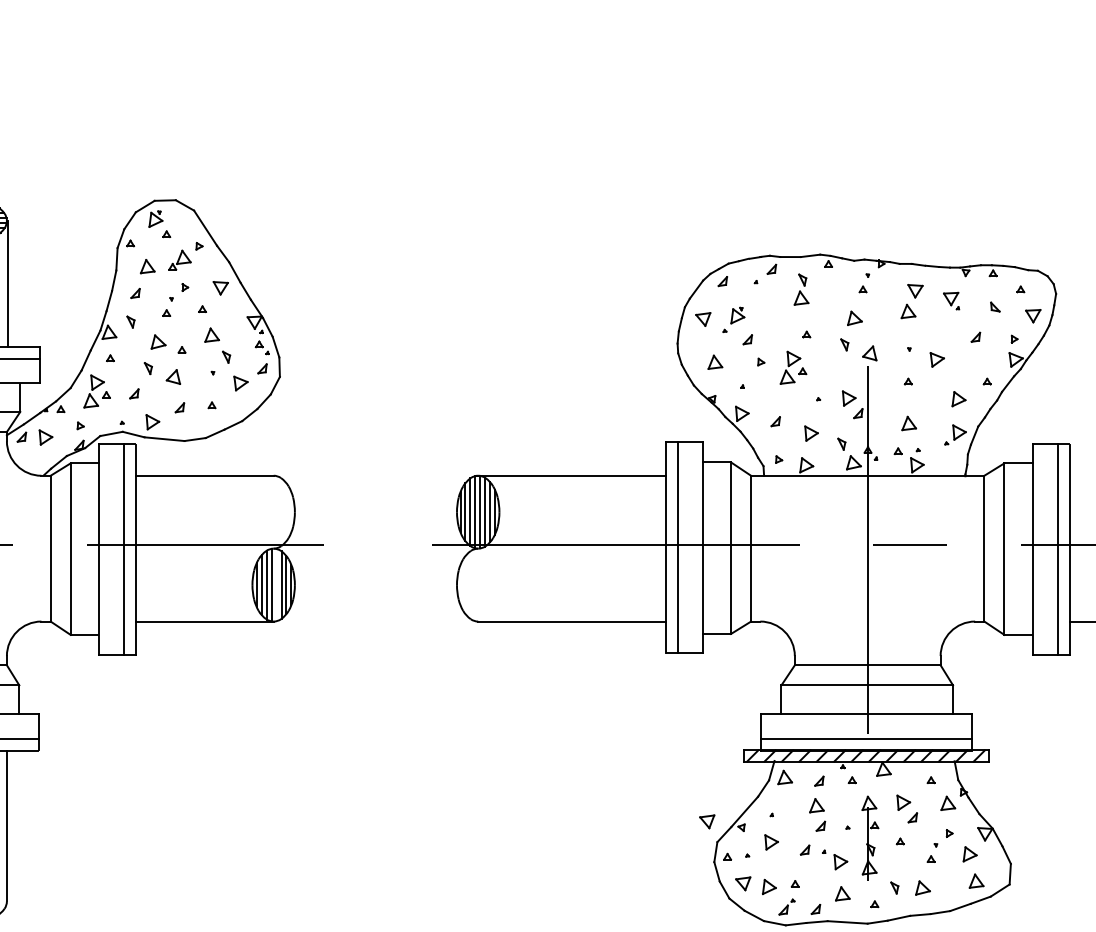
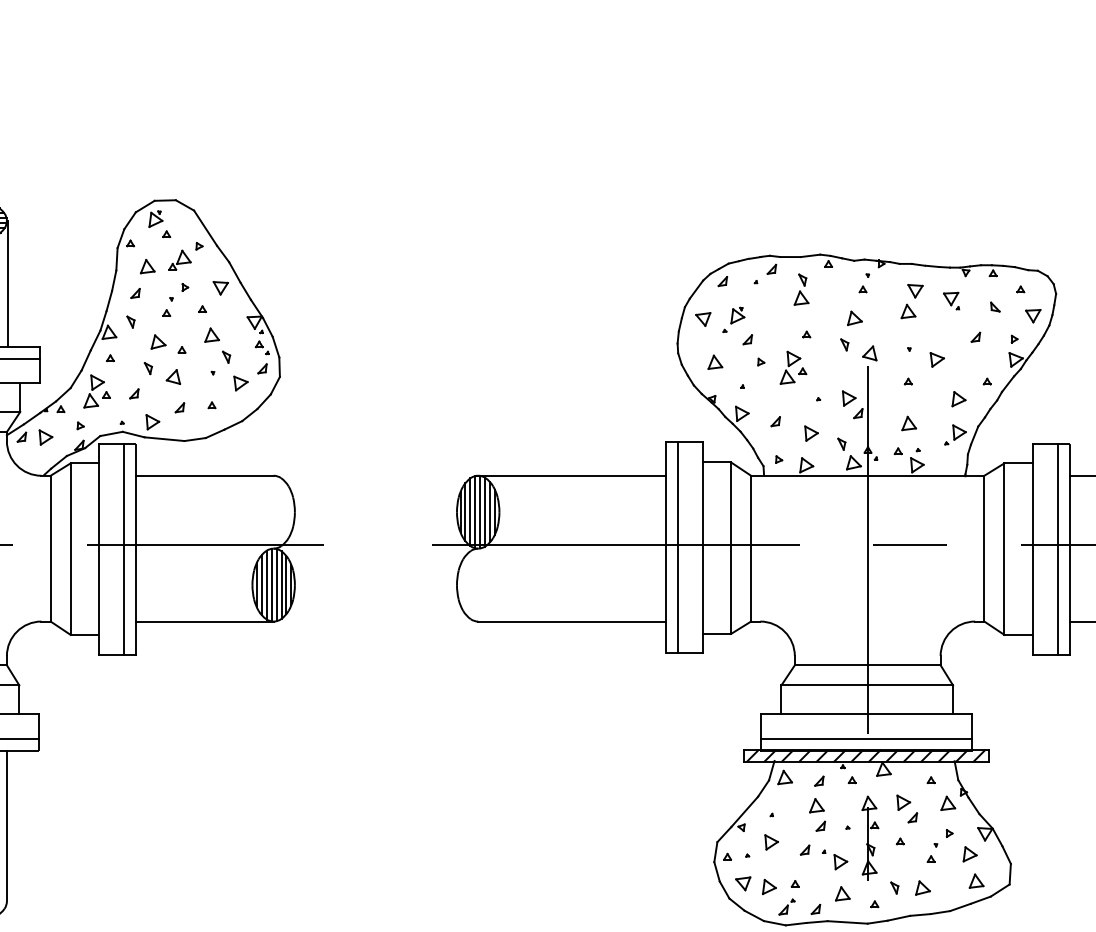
line at (1080, 475): none -> present
line at (276, 585): none -> present
part at (707, 821): present -> none
